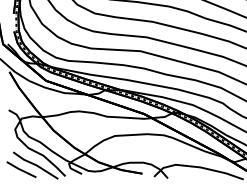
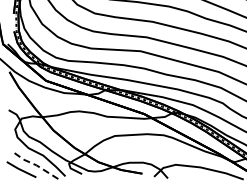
line at (35, 165): solid -> dashed
